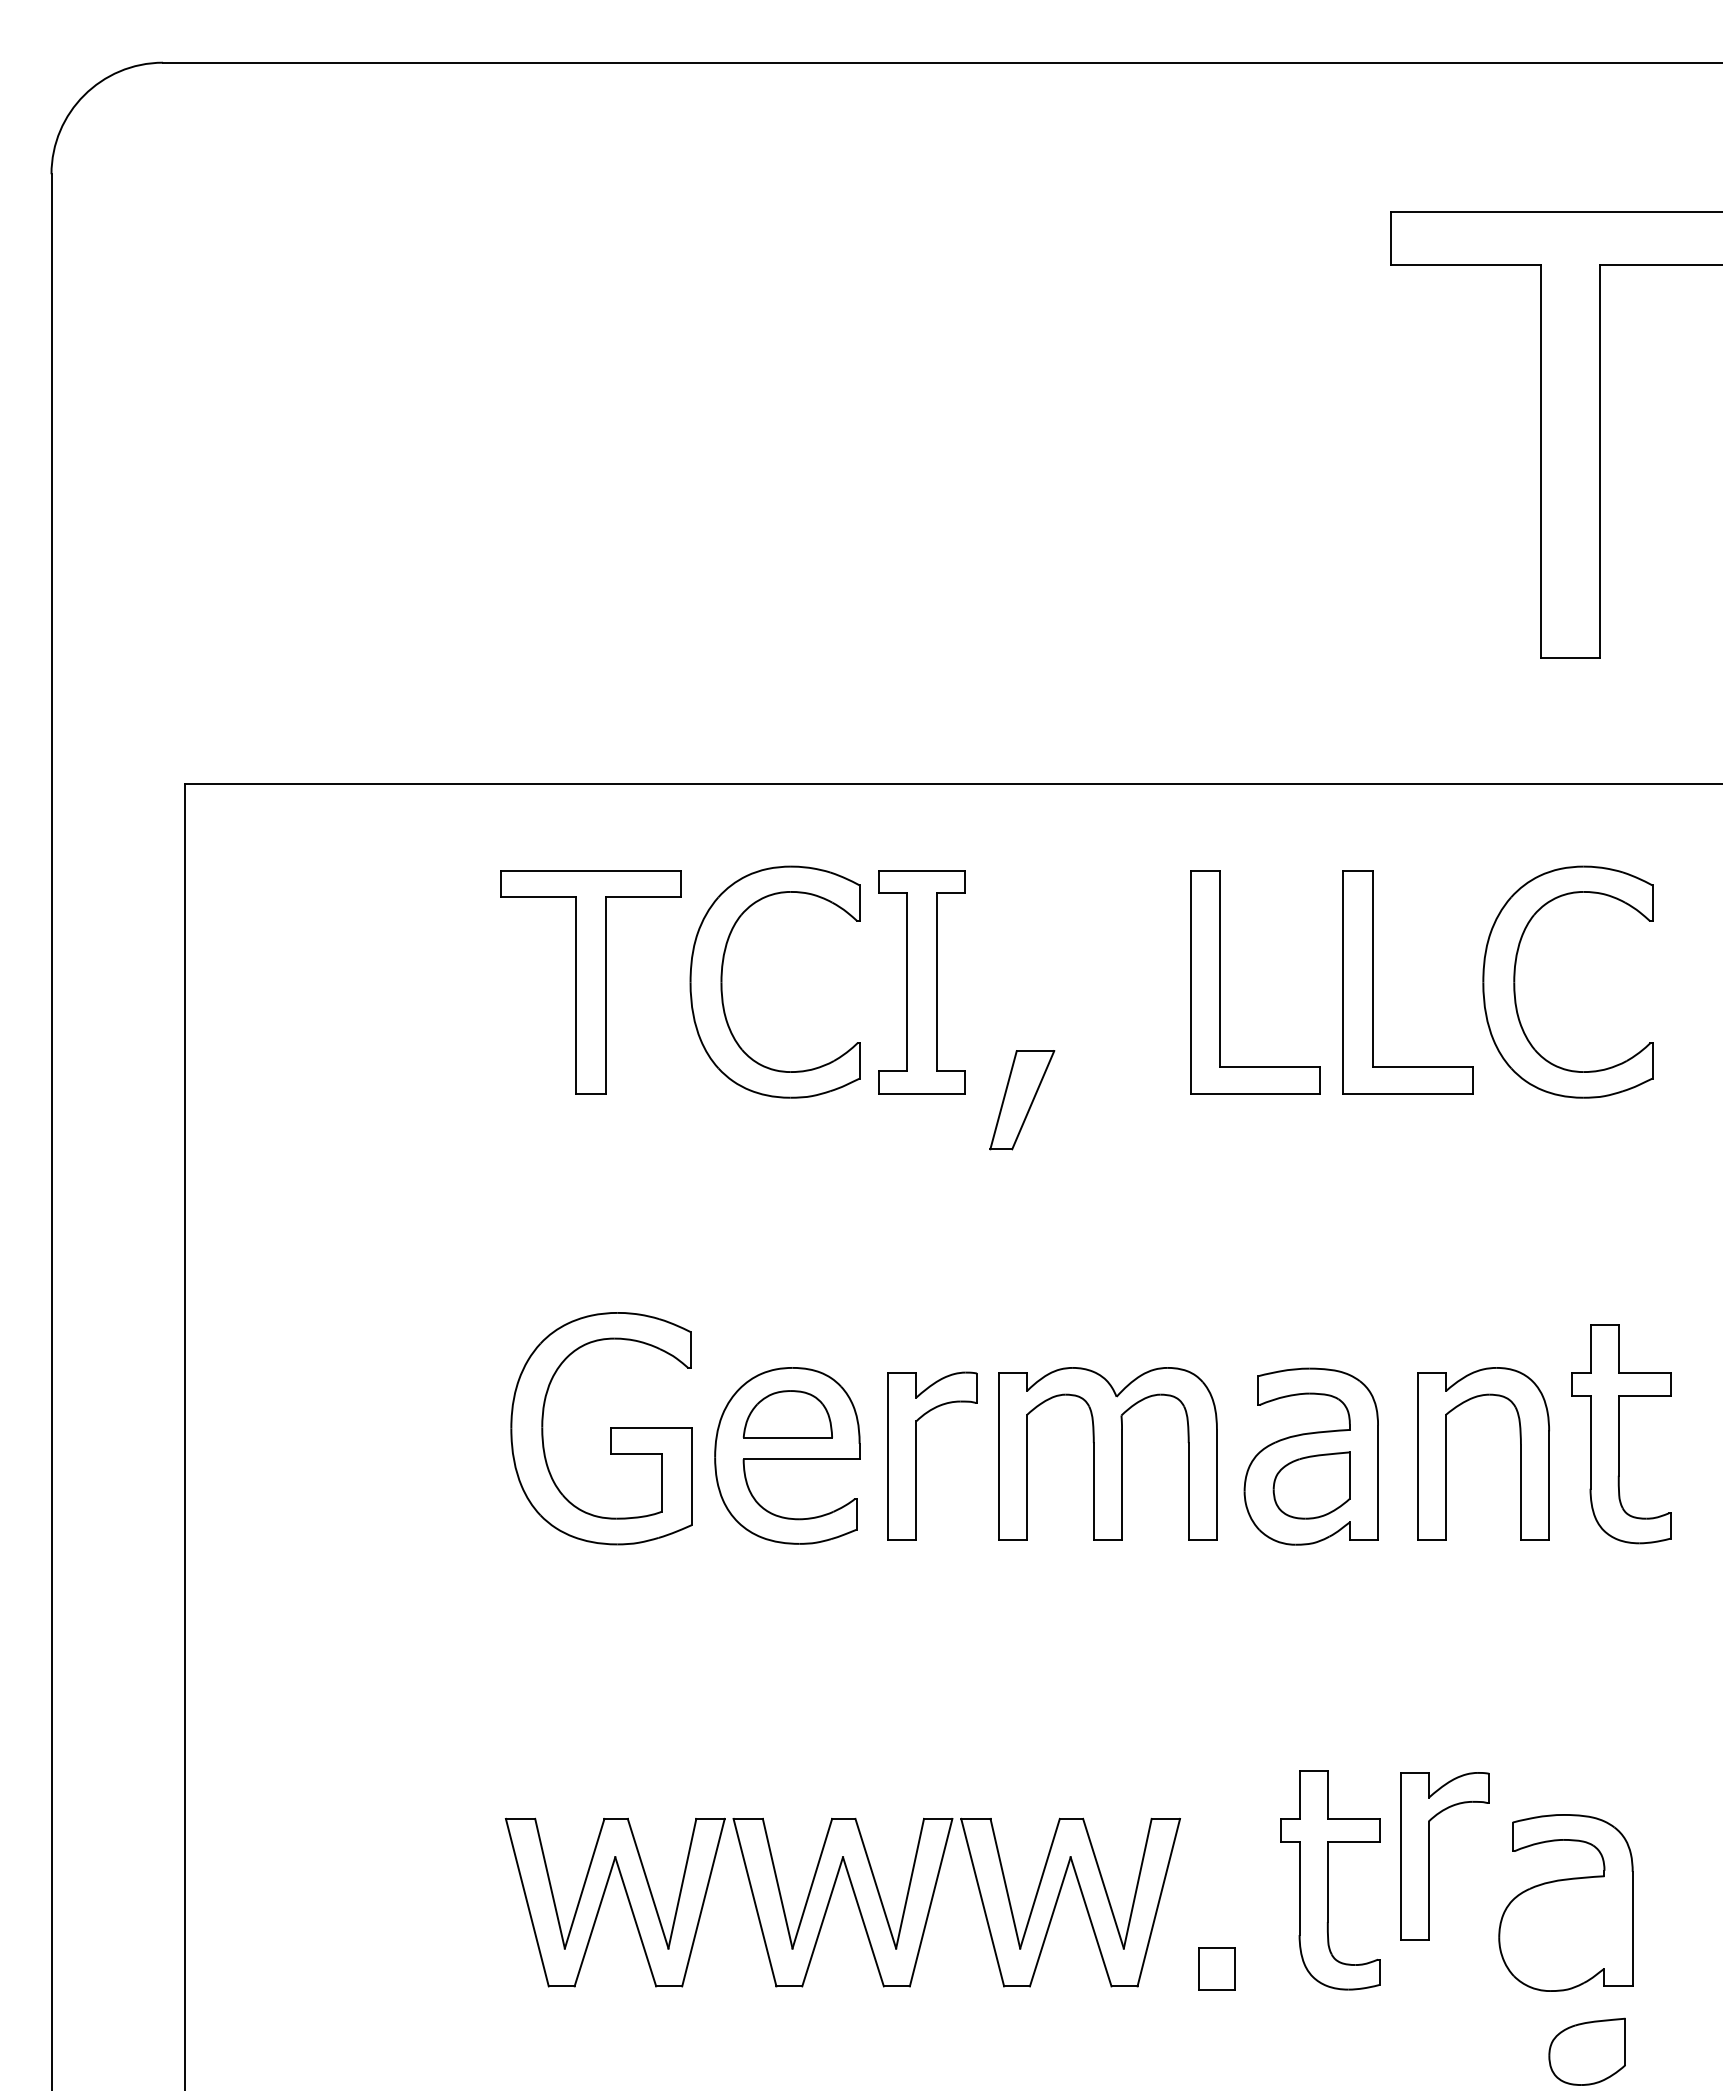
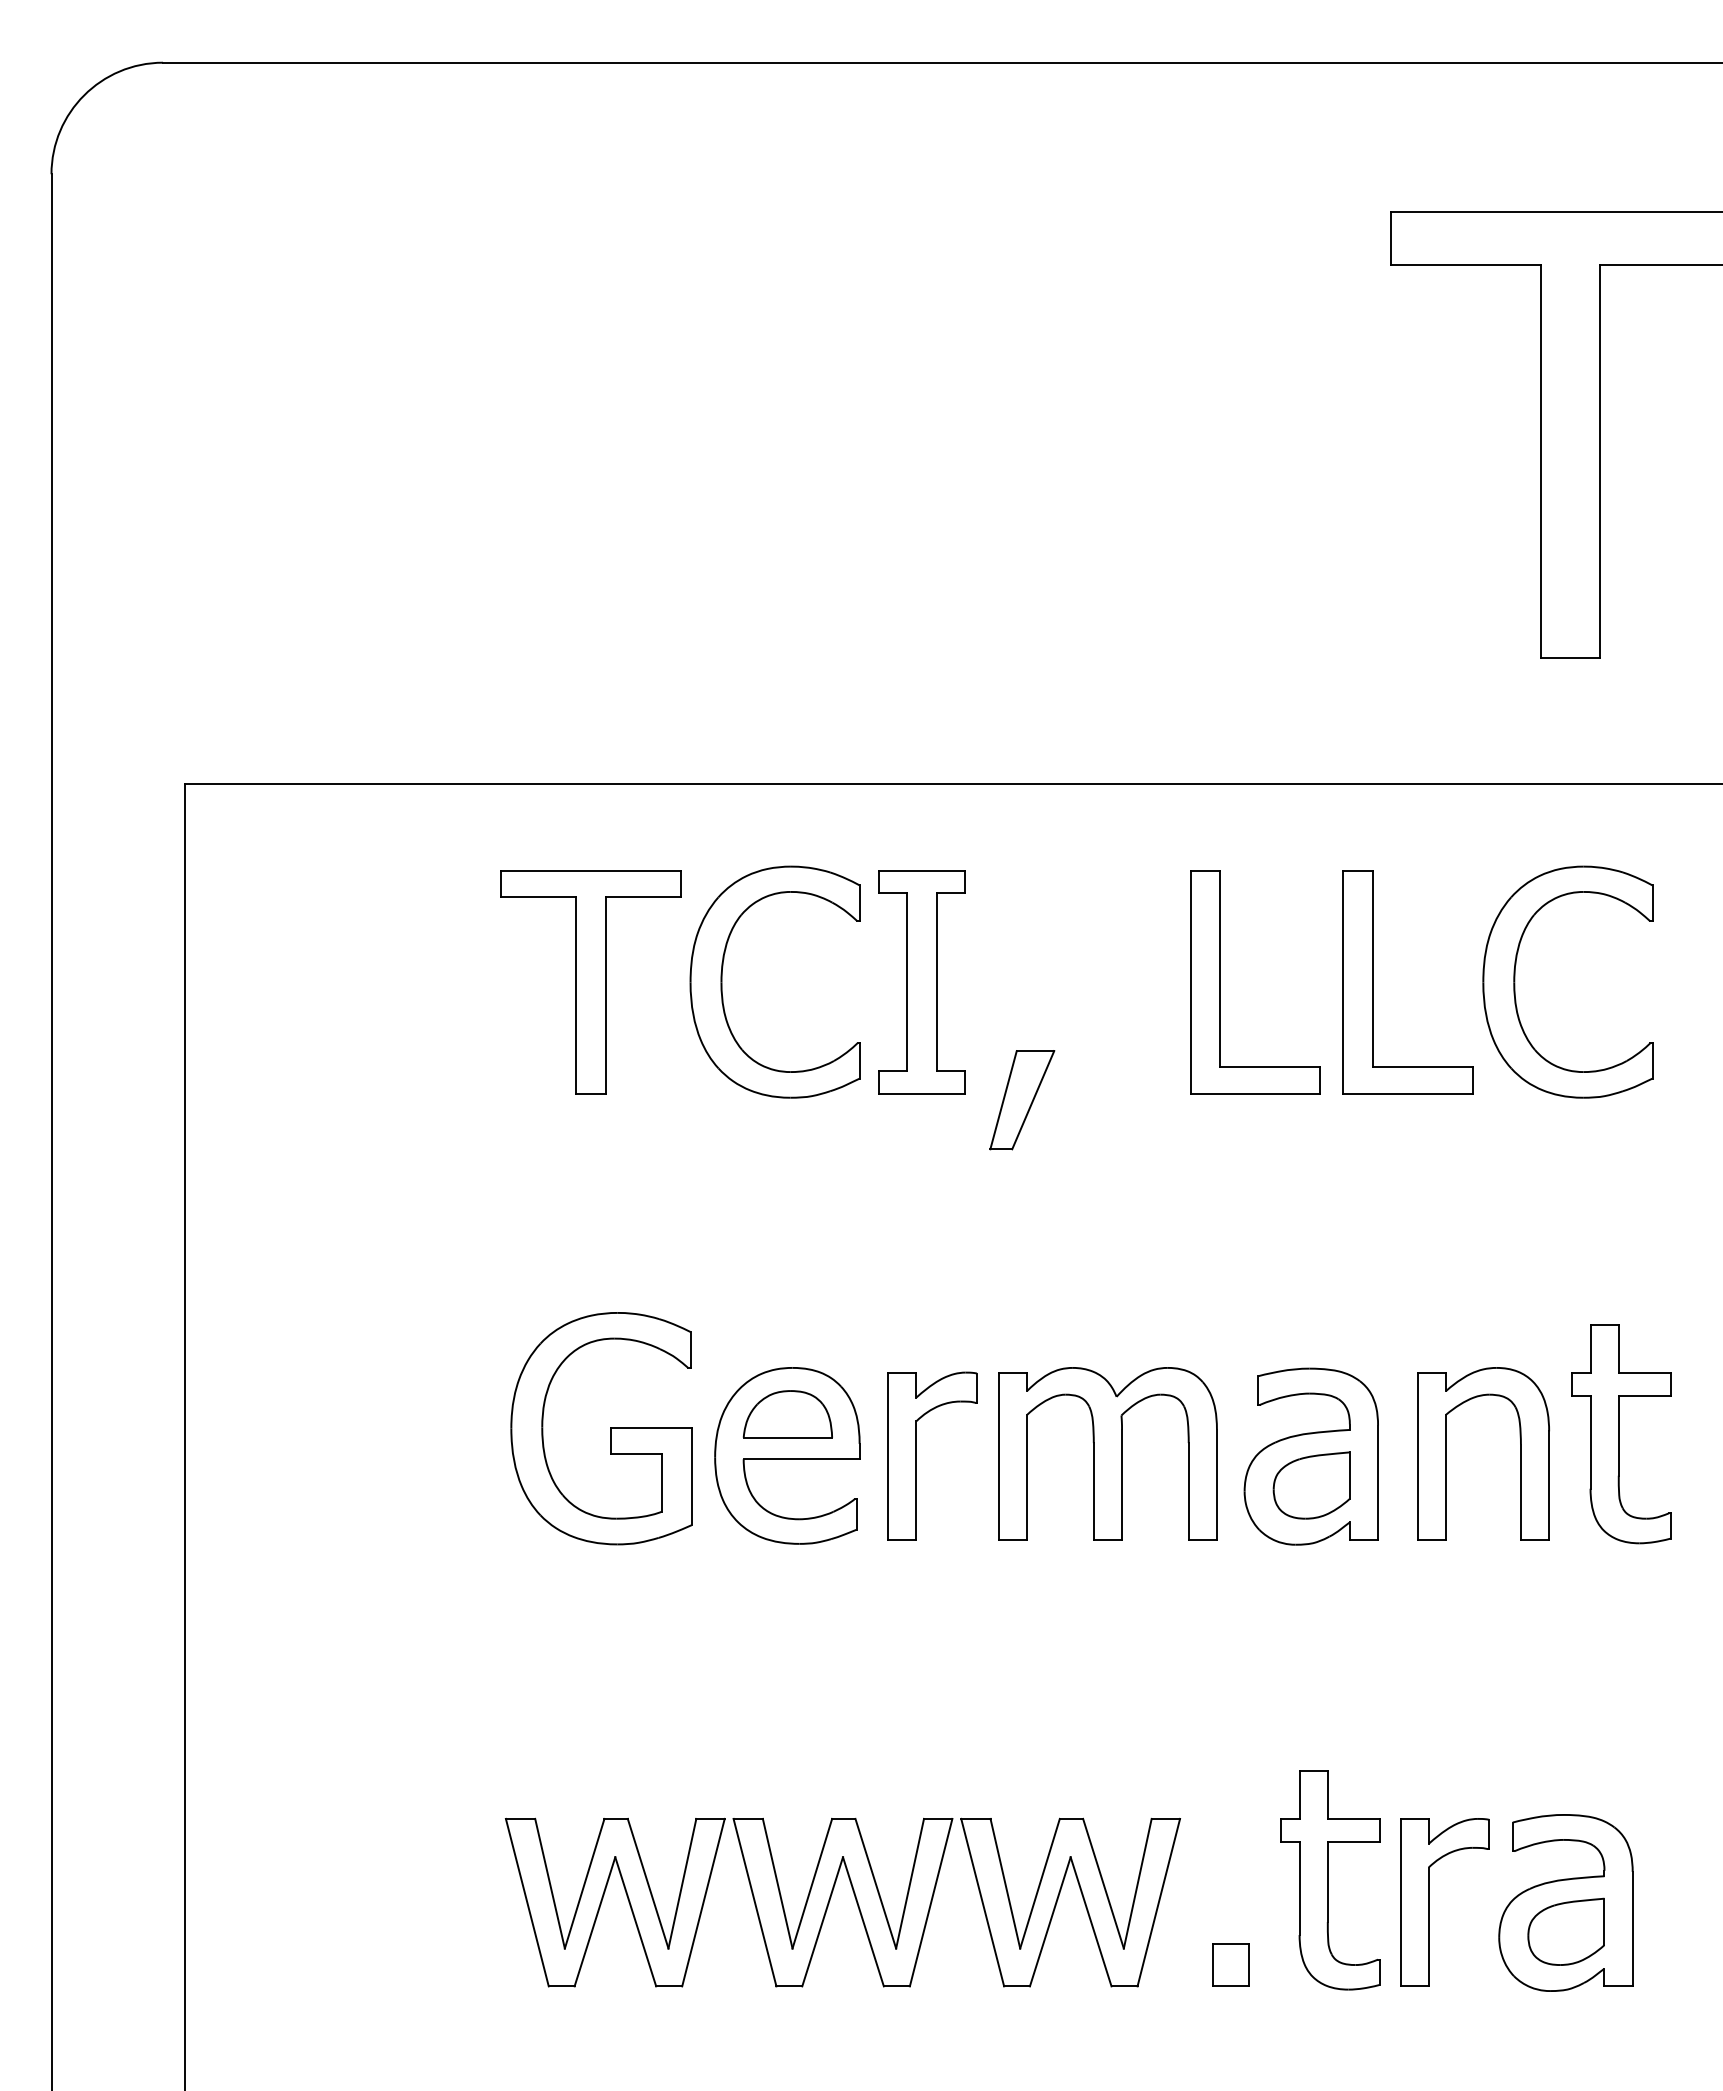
part at (1429, 1856) position: (1429, 1856) -> (1429, 1902)
part at (1216, 1968) position: (1216, 1968) -> (1230, 1964)
part at (1586, 2051) position: (1586, 2051) -> (1565, 1931)
